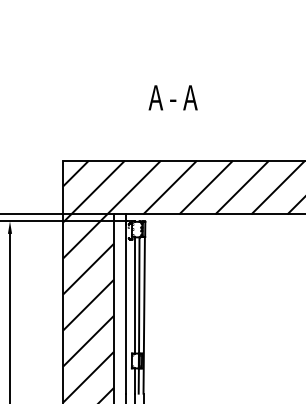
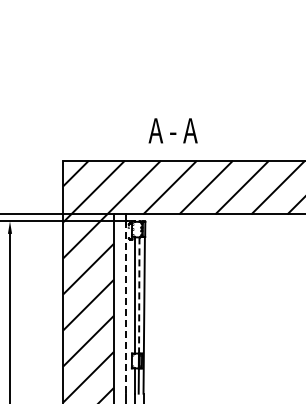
text at (172, 97) position: (172, 97) -> (172, 130)
line at (139, 295): solid -> dashed
line at (126, 308): solid -> dashed
